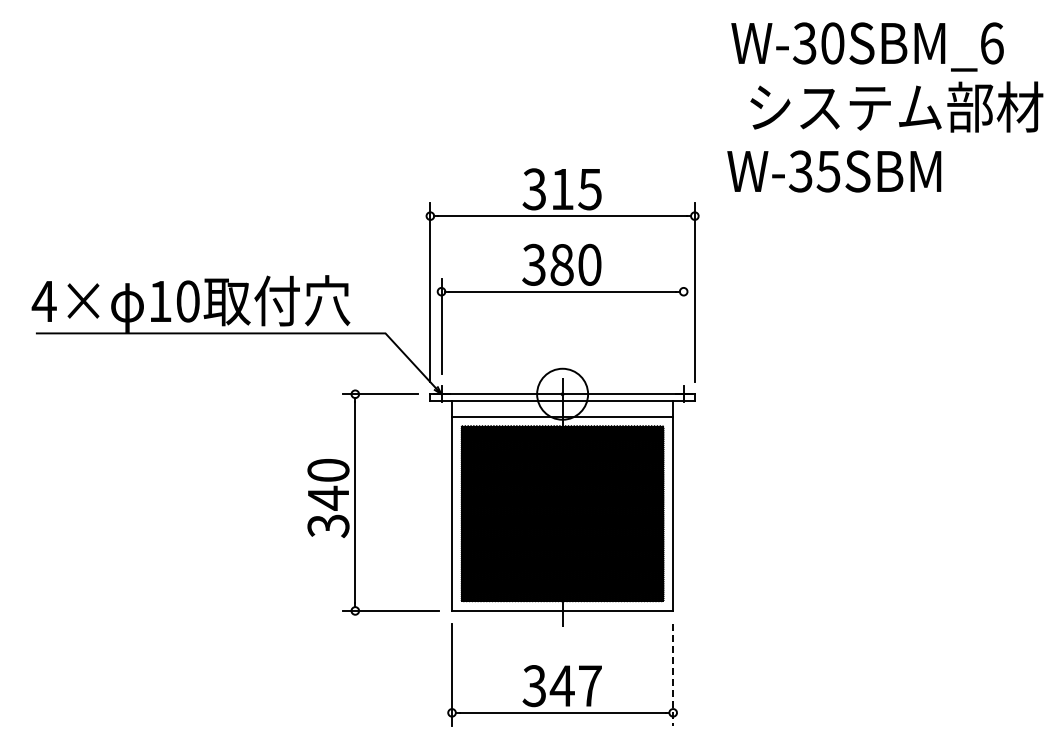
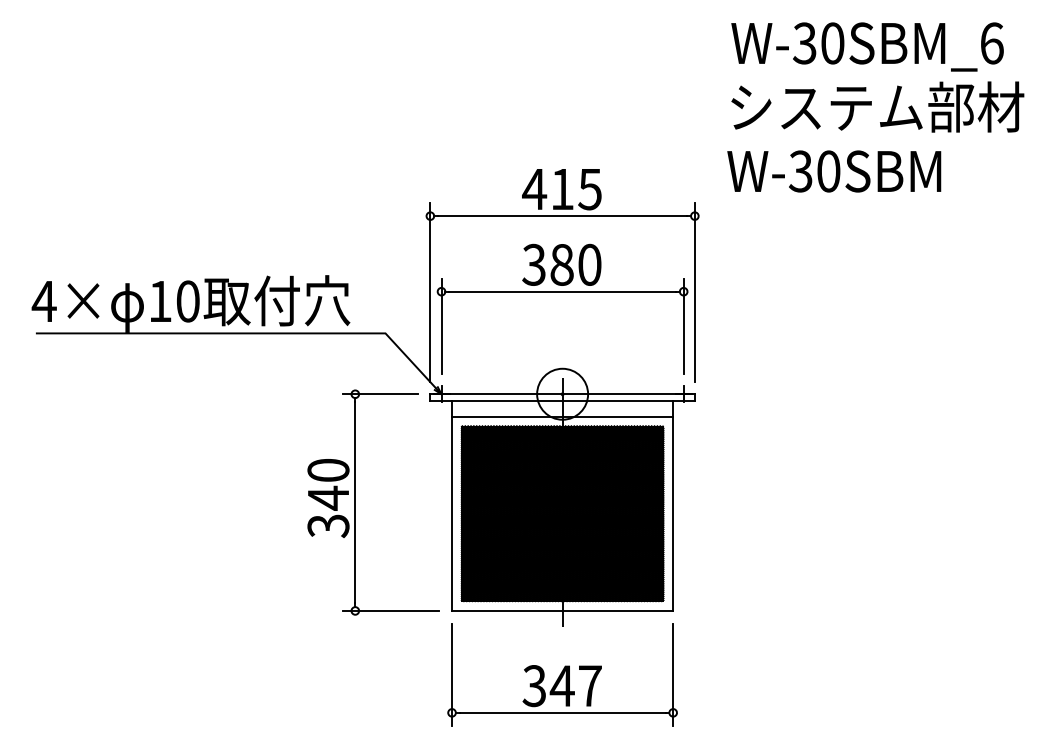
text at (896, 106) position: (896, 106) -> (877, 106)
text at (828, 171): W-35SBM -> W-30SBM
text at (534, 189): 315 -> 415
line at (683, 325): none -> present
line at (673, 674): dashed -> solid
